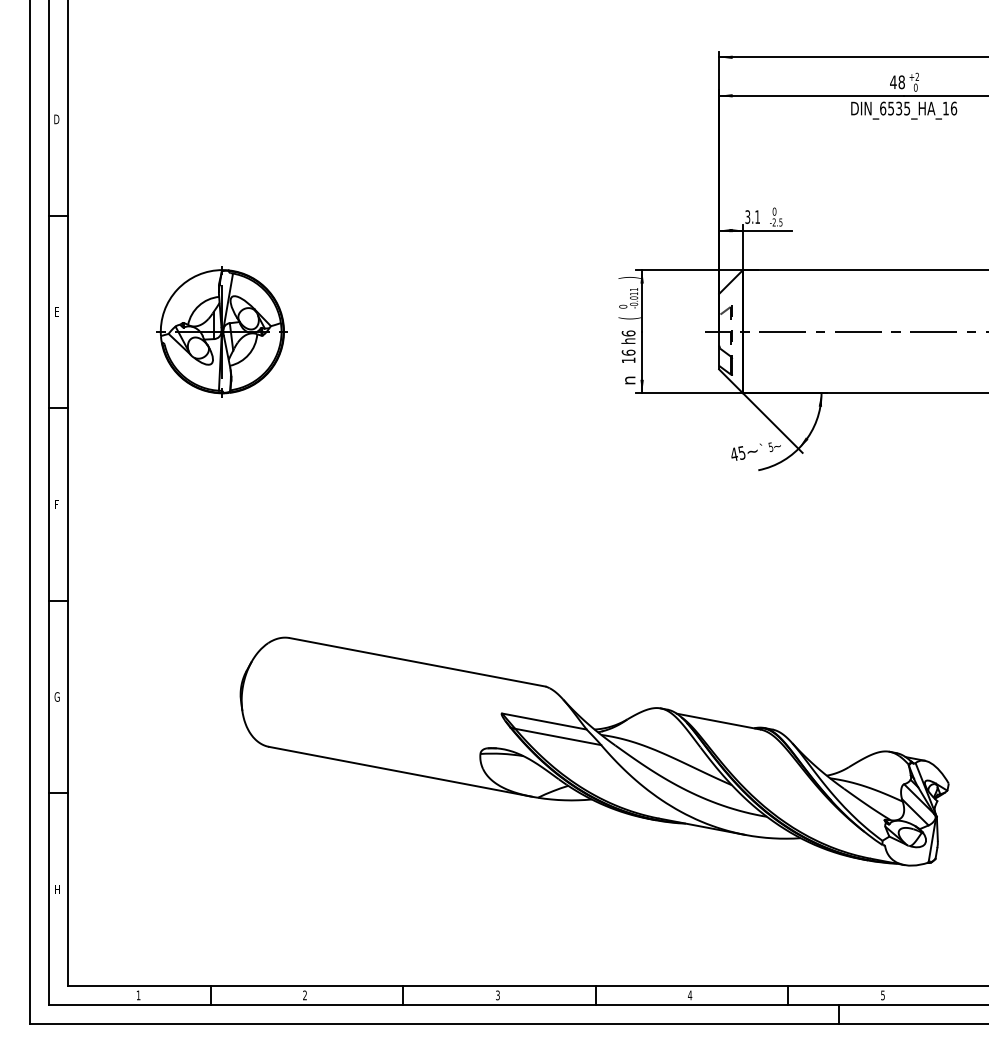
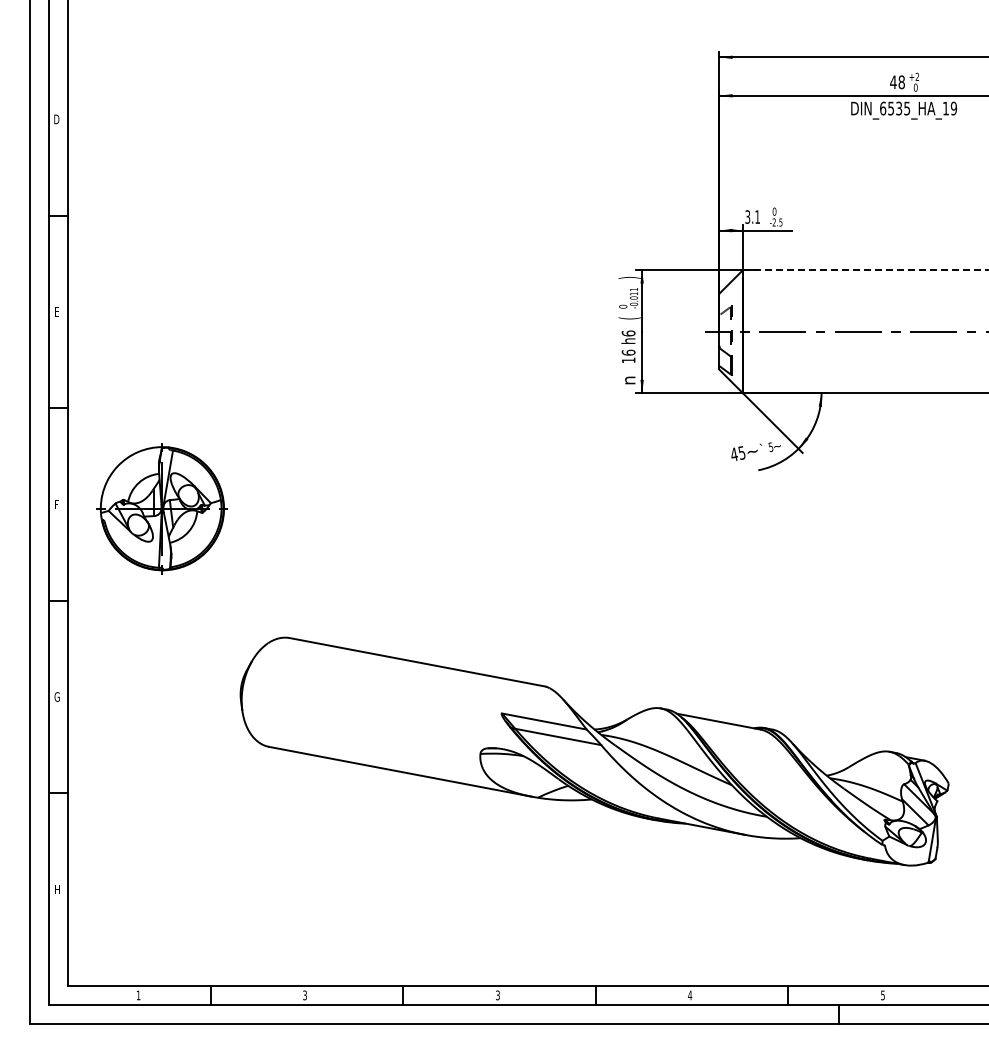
text at (953, 108): DIN_6535_HA_16 -> DIN_6535_HA_19
line at (865, 270): solid -> dashed
part at (221, 331) position: (221, 331) -> (161, 508)
text at (304, 995): 2 -> 3
